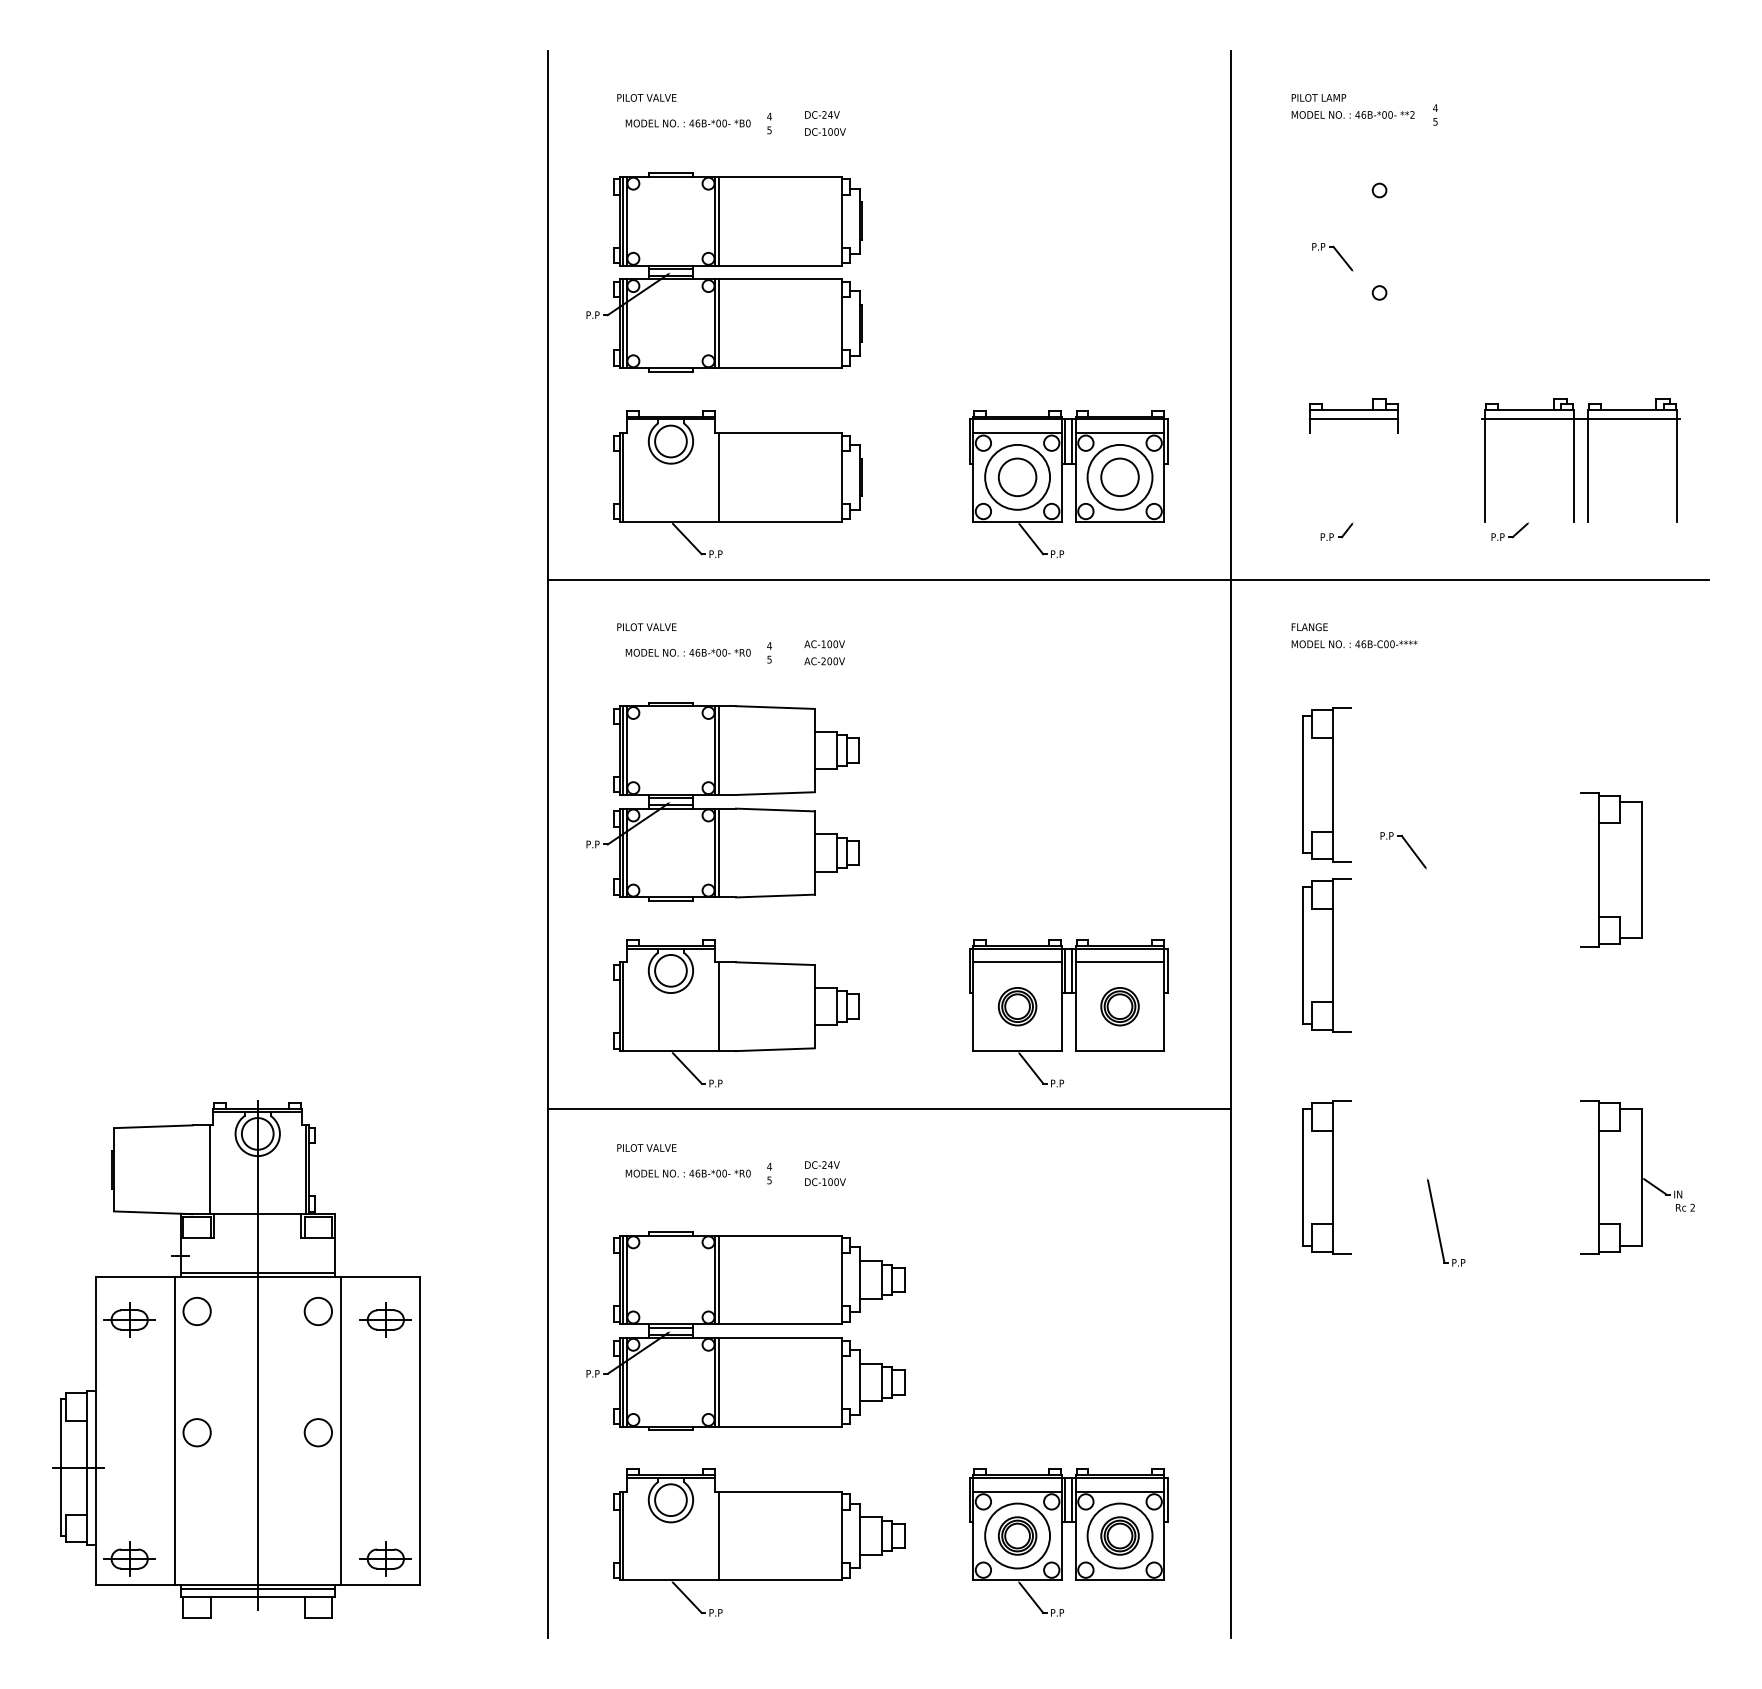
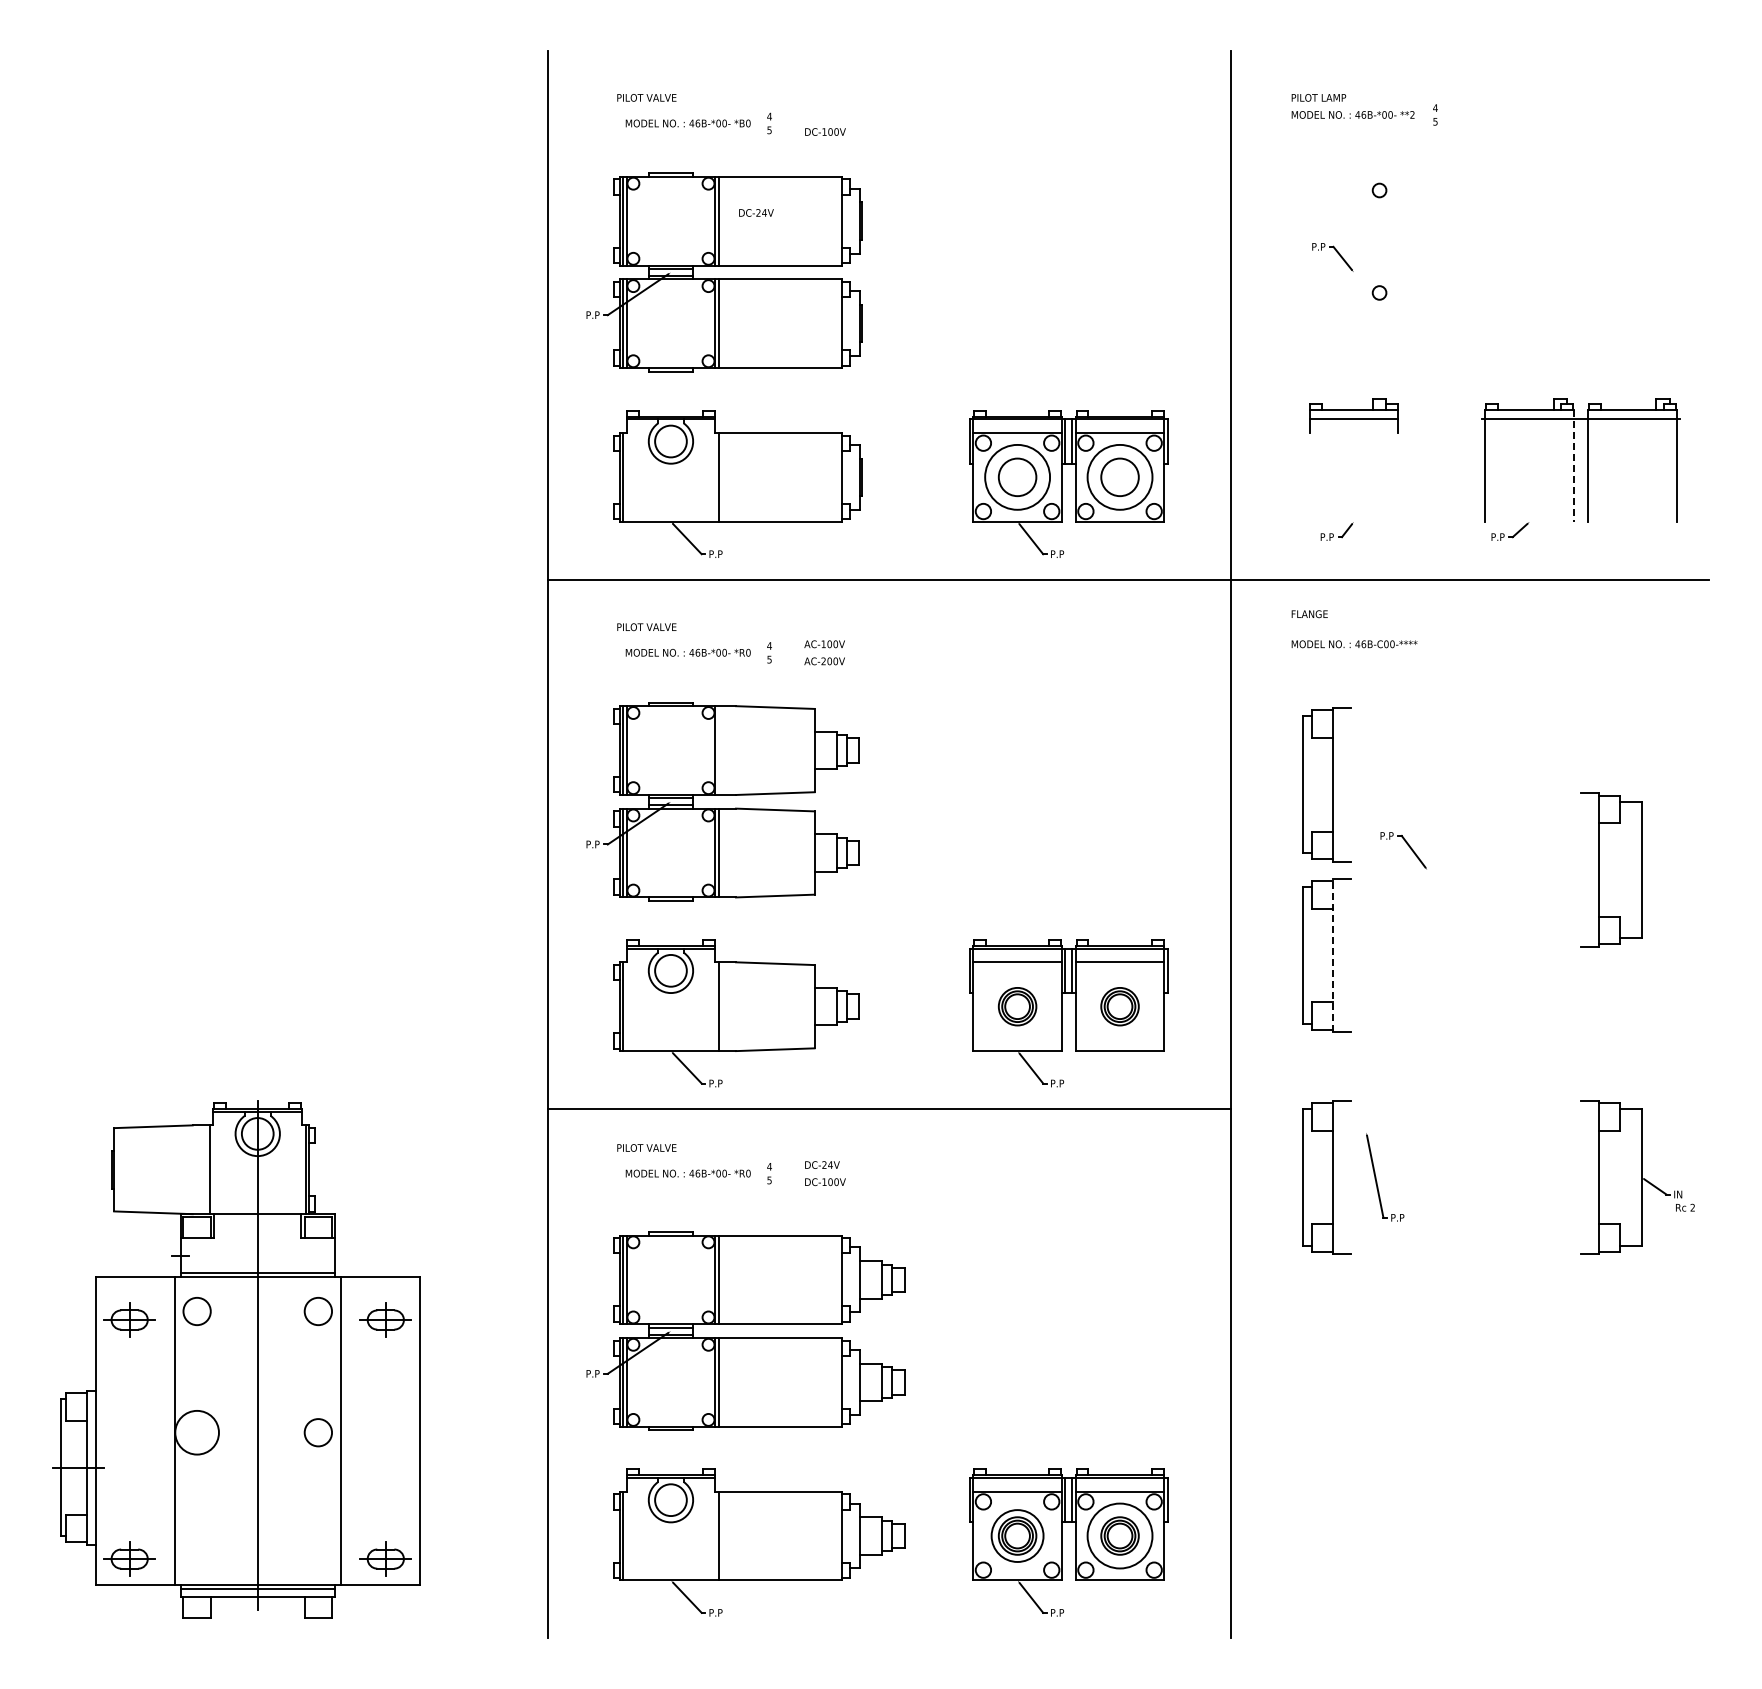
text at (822, 114) position: (822, 114) -> (756, 212)
line at (1574, 466): solid -> dashed
text at (1309, 627) position: (1309, 627) -> (1309, 614)
line at (718, 750): present -> none
line at (1333, 955): solid -> dashed
part at (1438, 1226) position: (1438, 1226) -> (1377, 1181)
circle at (196, 1432) diameter: 27 px -> 44 px
circle at (1017, 1535) diameter: 65 px -> 52 px
